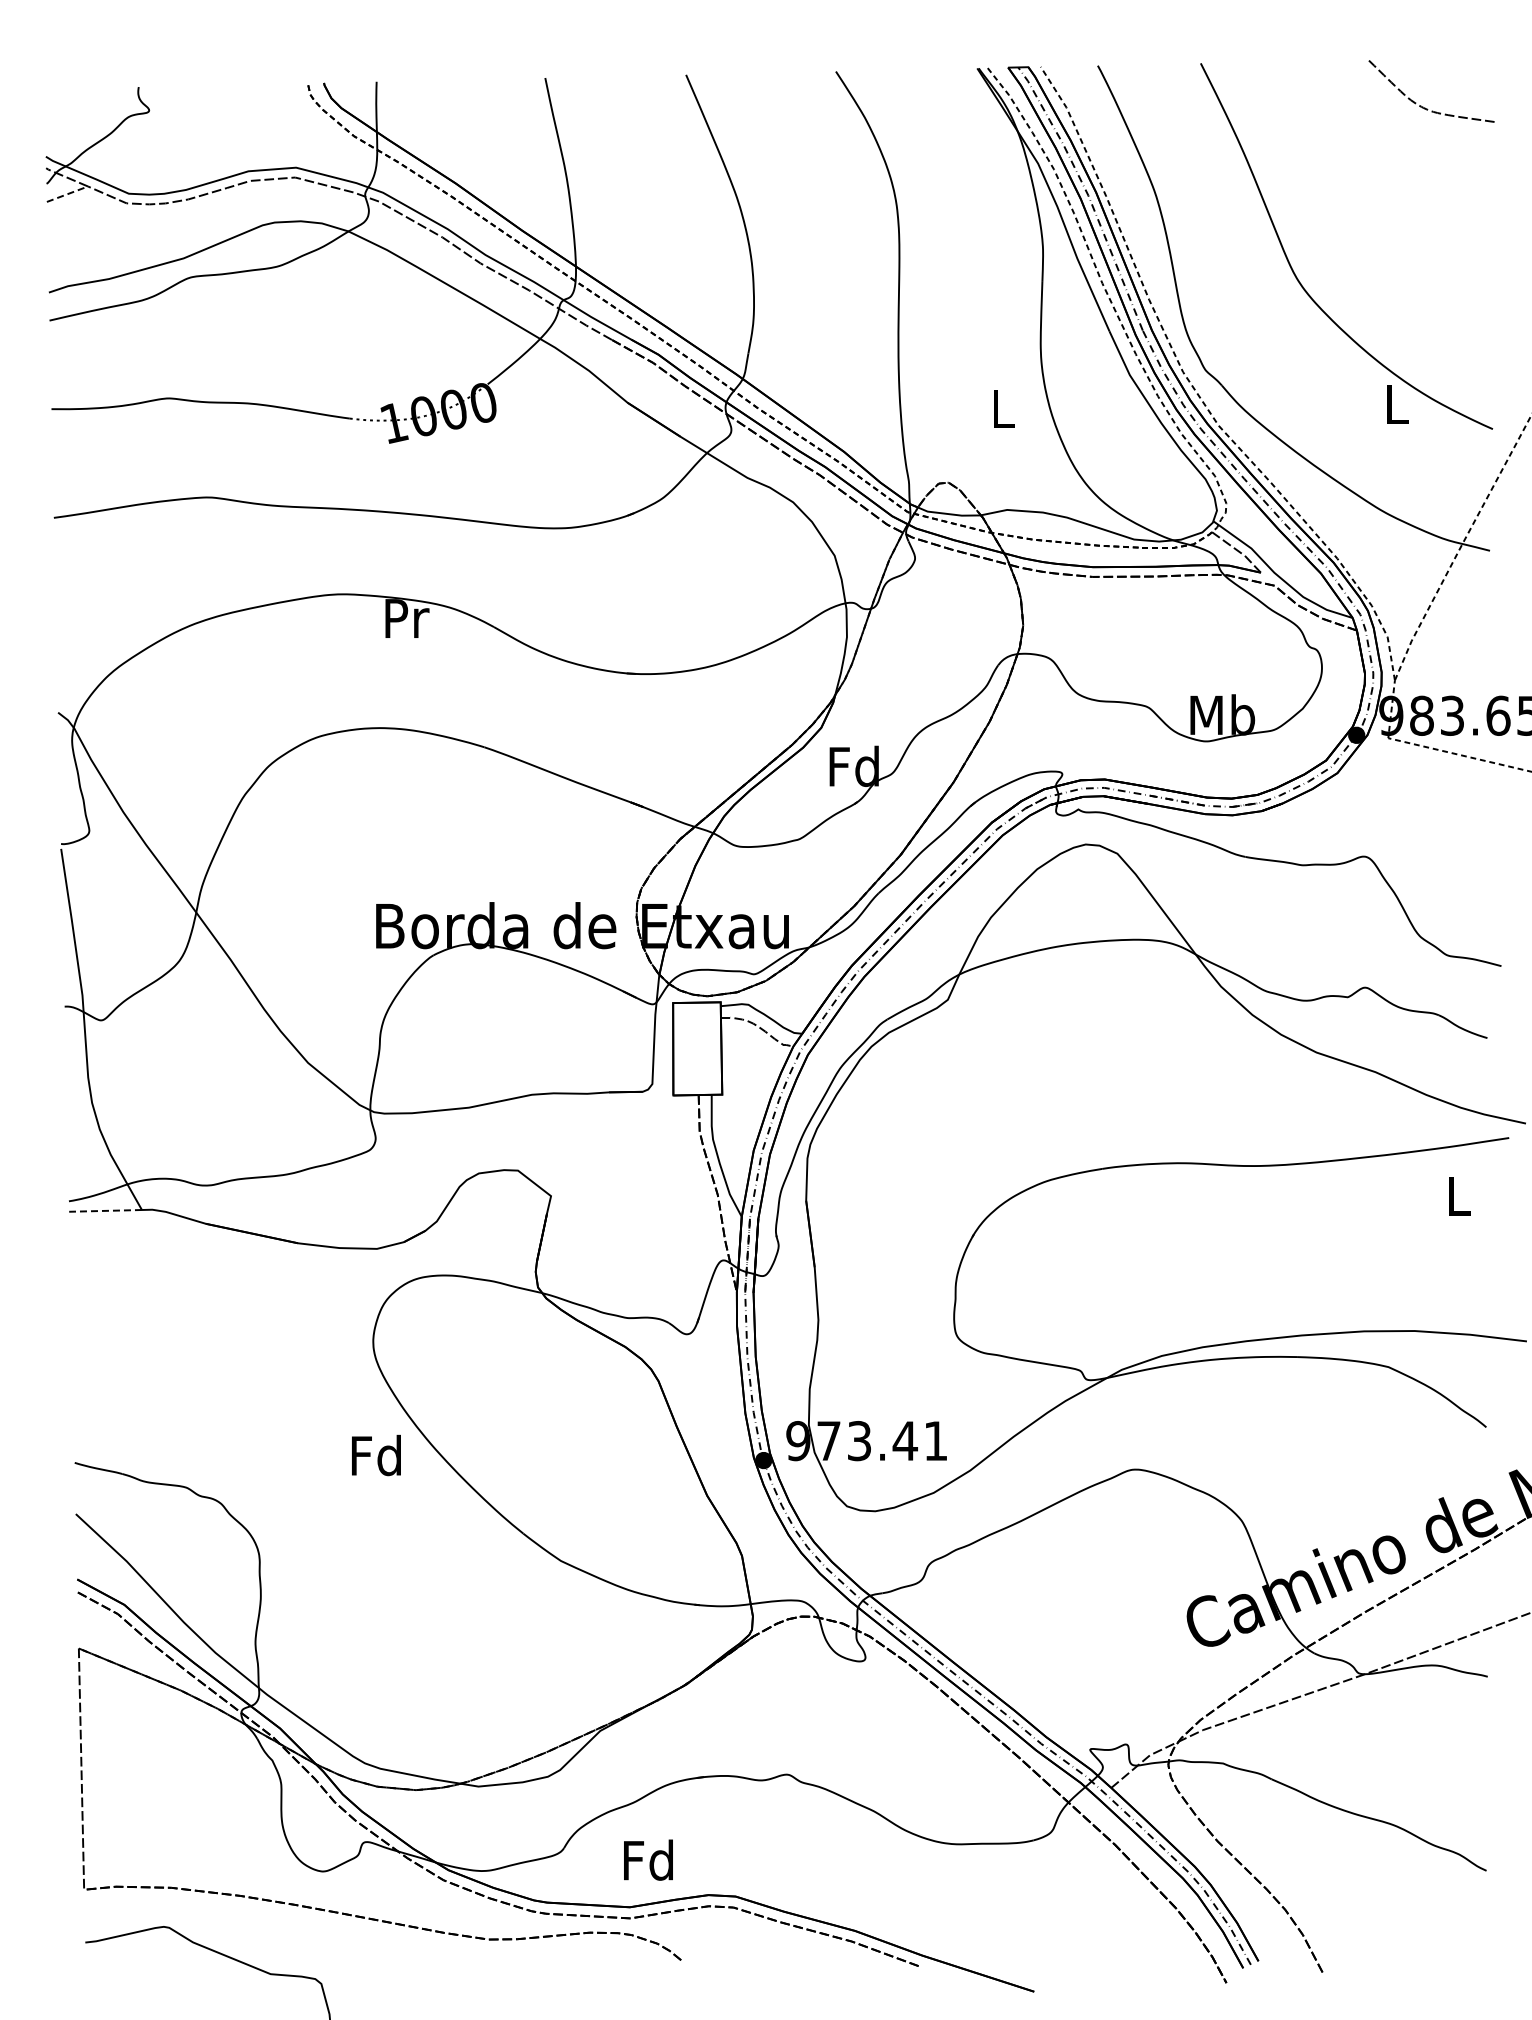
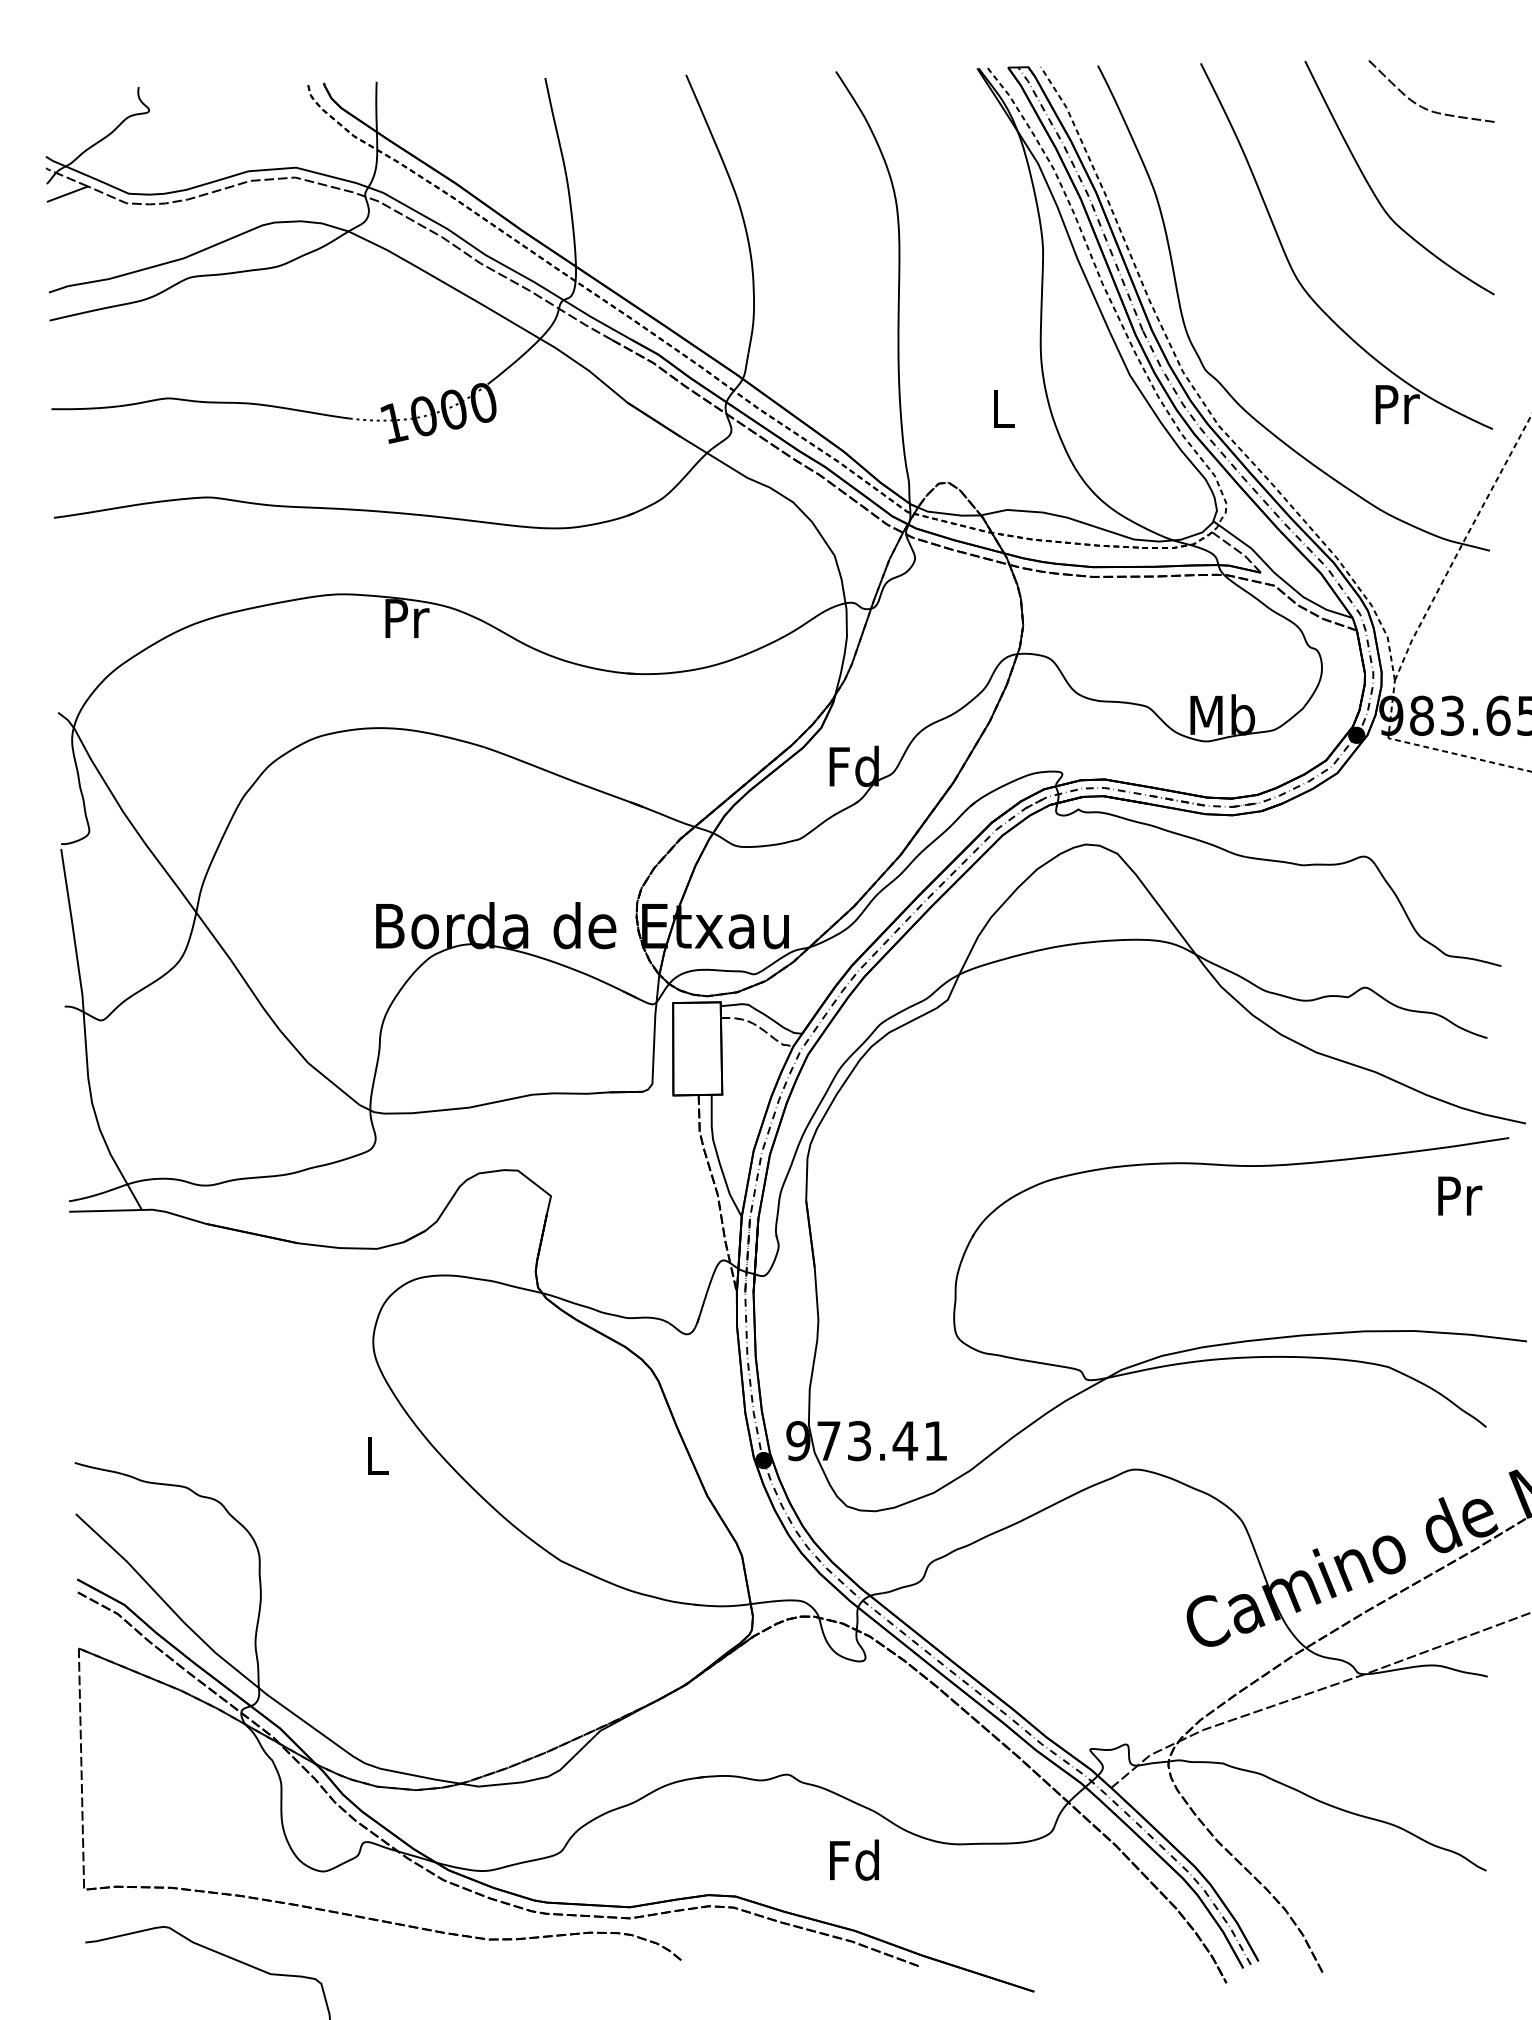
curve at (1373, 190): none -> present
line at (67, 194): dashed -> solid
text at (1397, 404): L -> Pr
text at (1460, 1195): L -> Pr
line at (105, 1210): dashed -> solid
text at (376, 1455): Fd -> L
text at (648, 1859) position: (648, 1859) -> (854, 1859)
